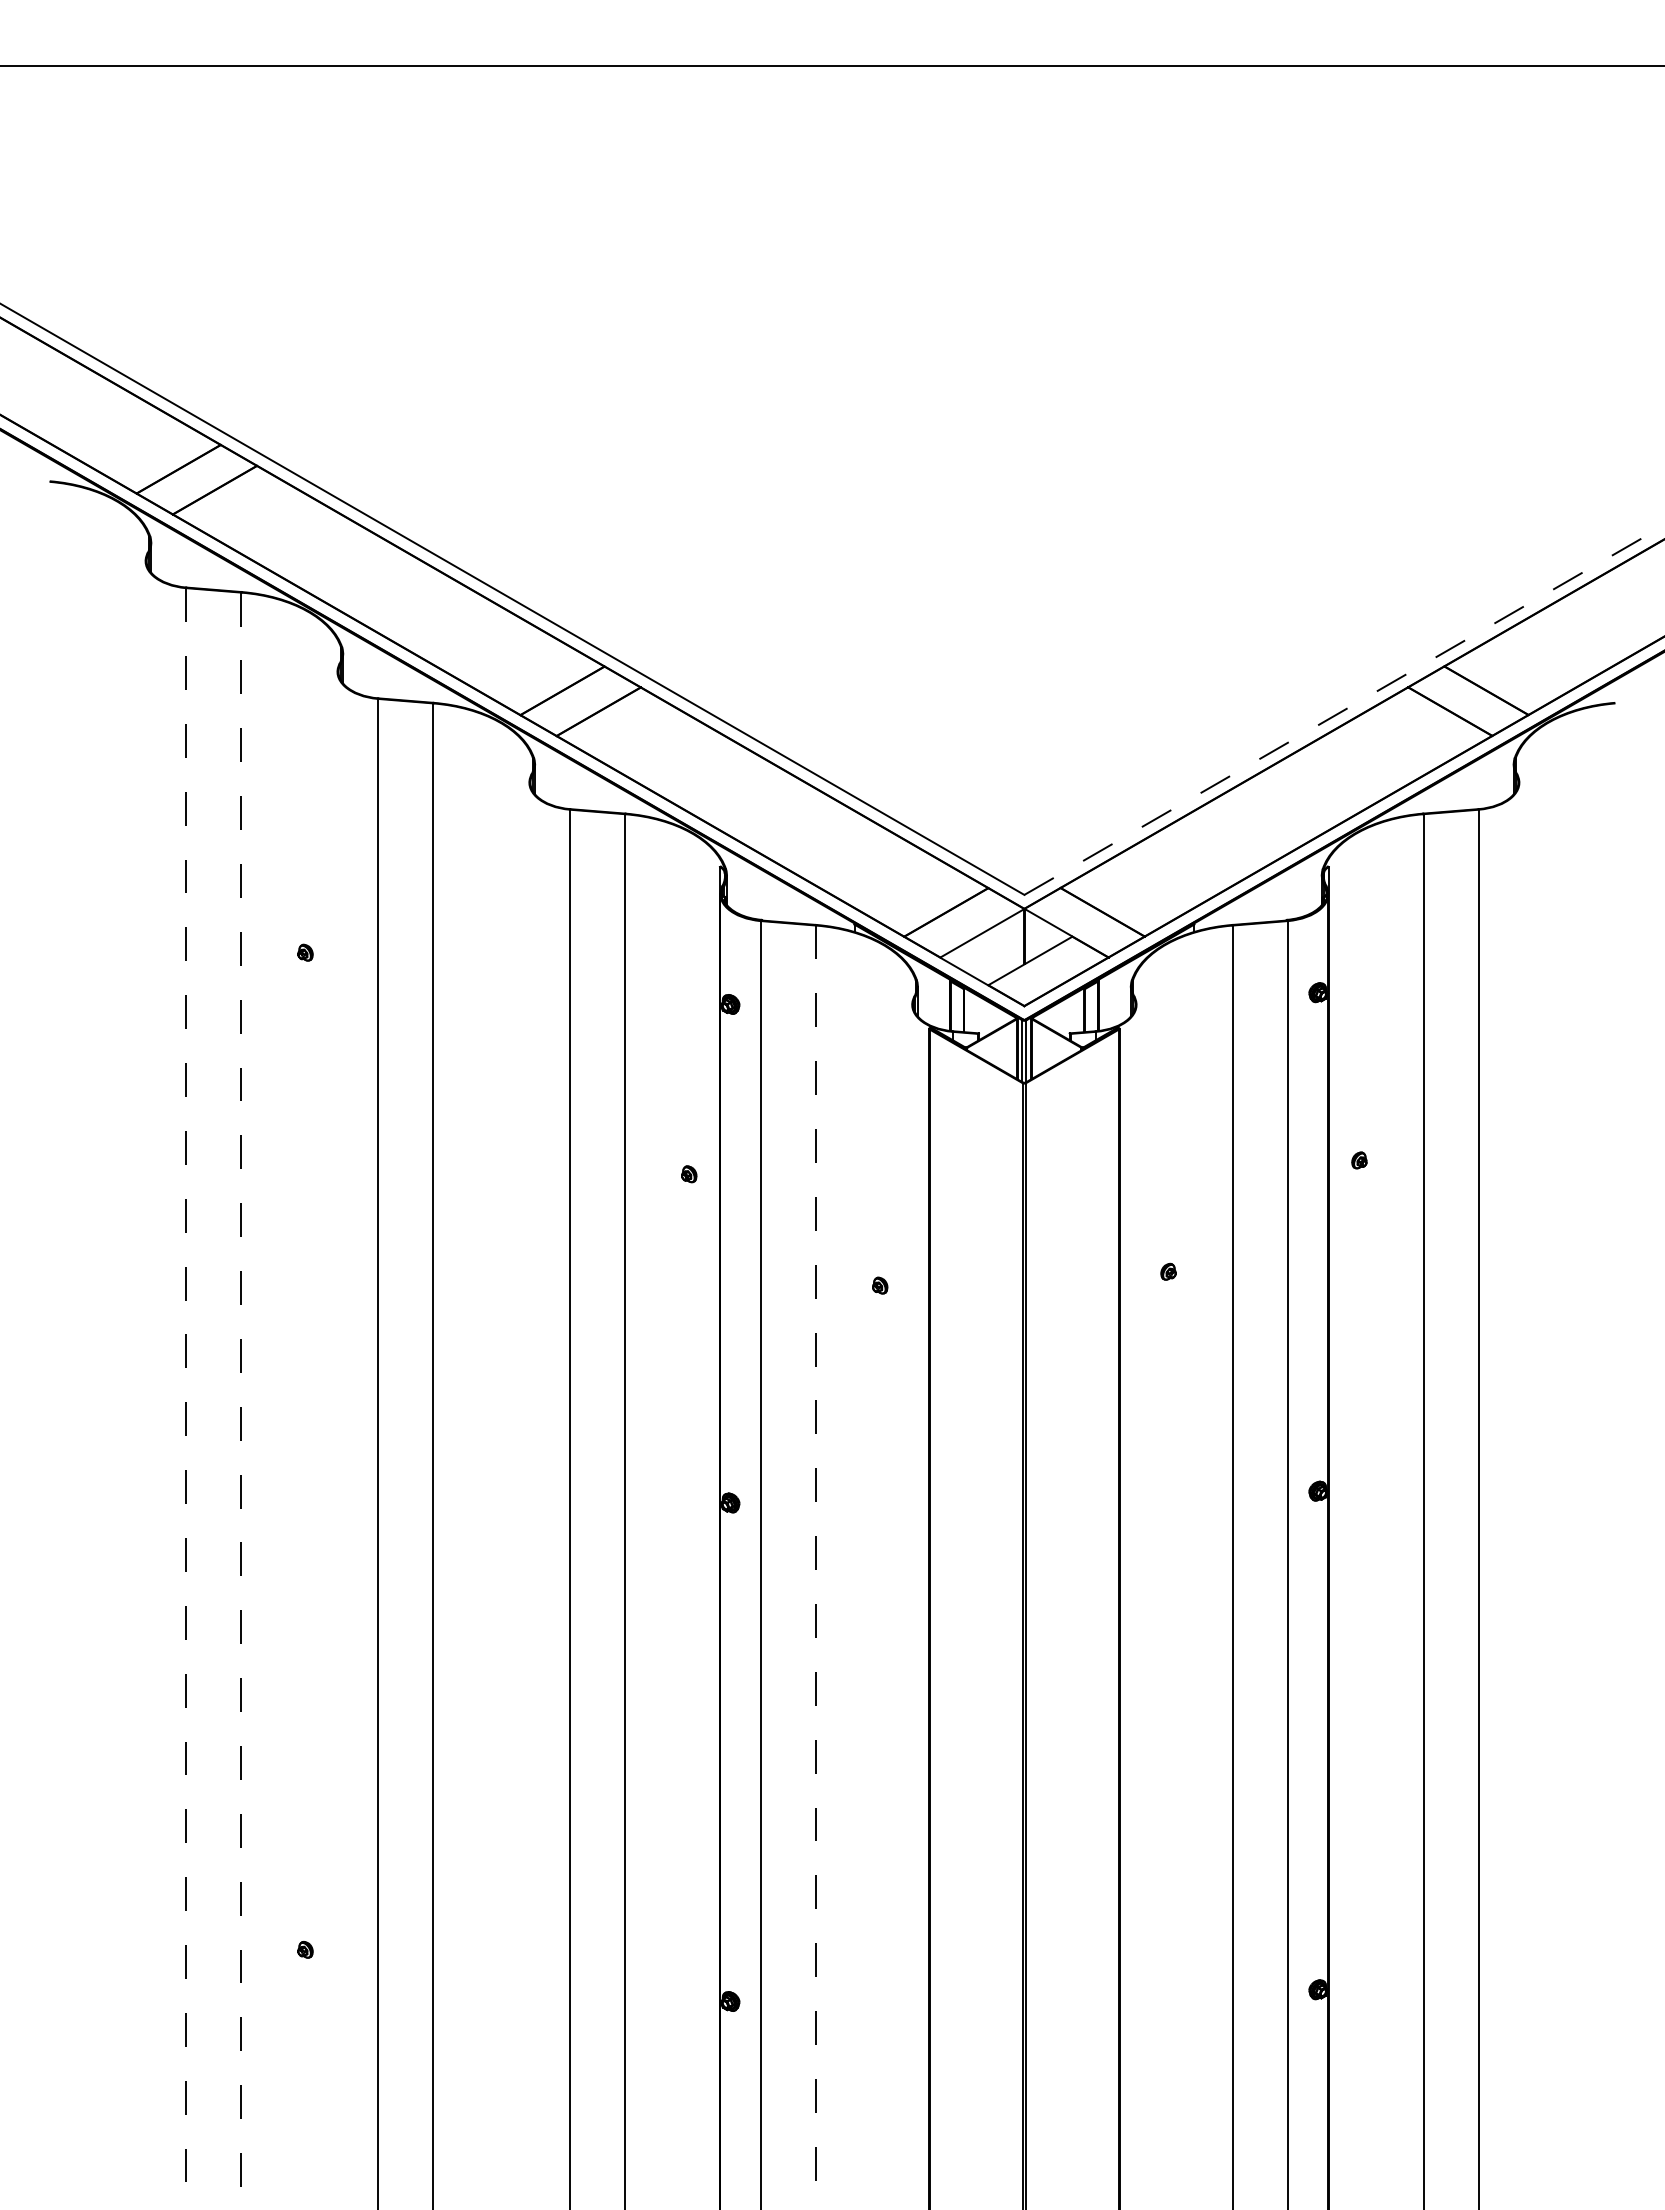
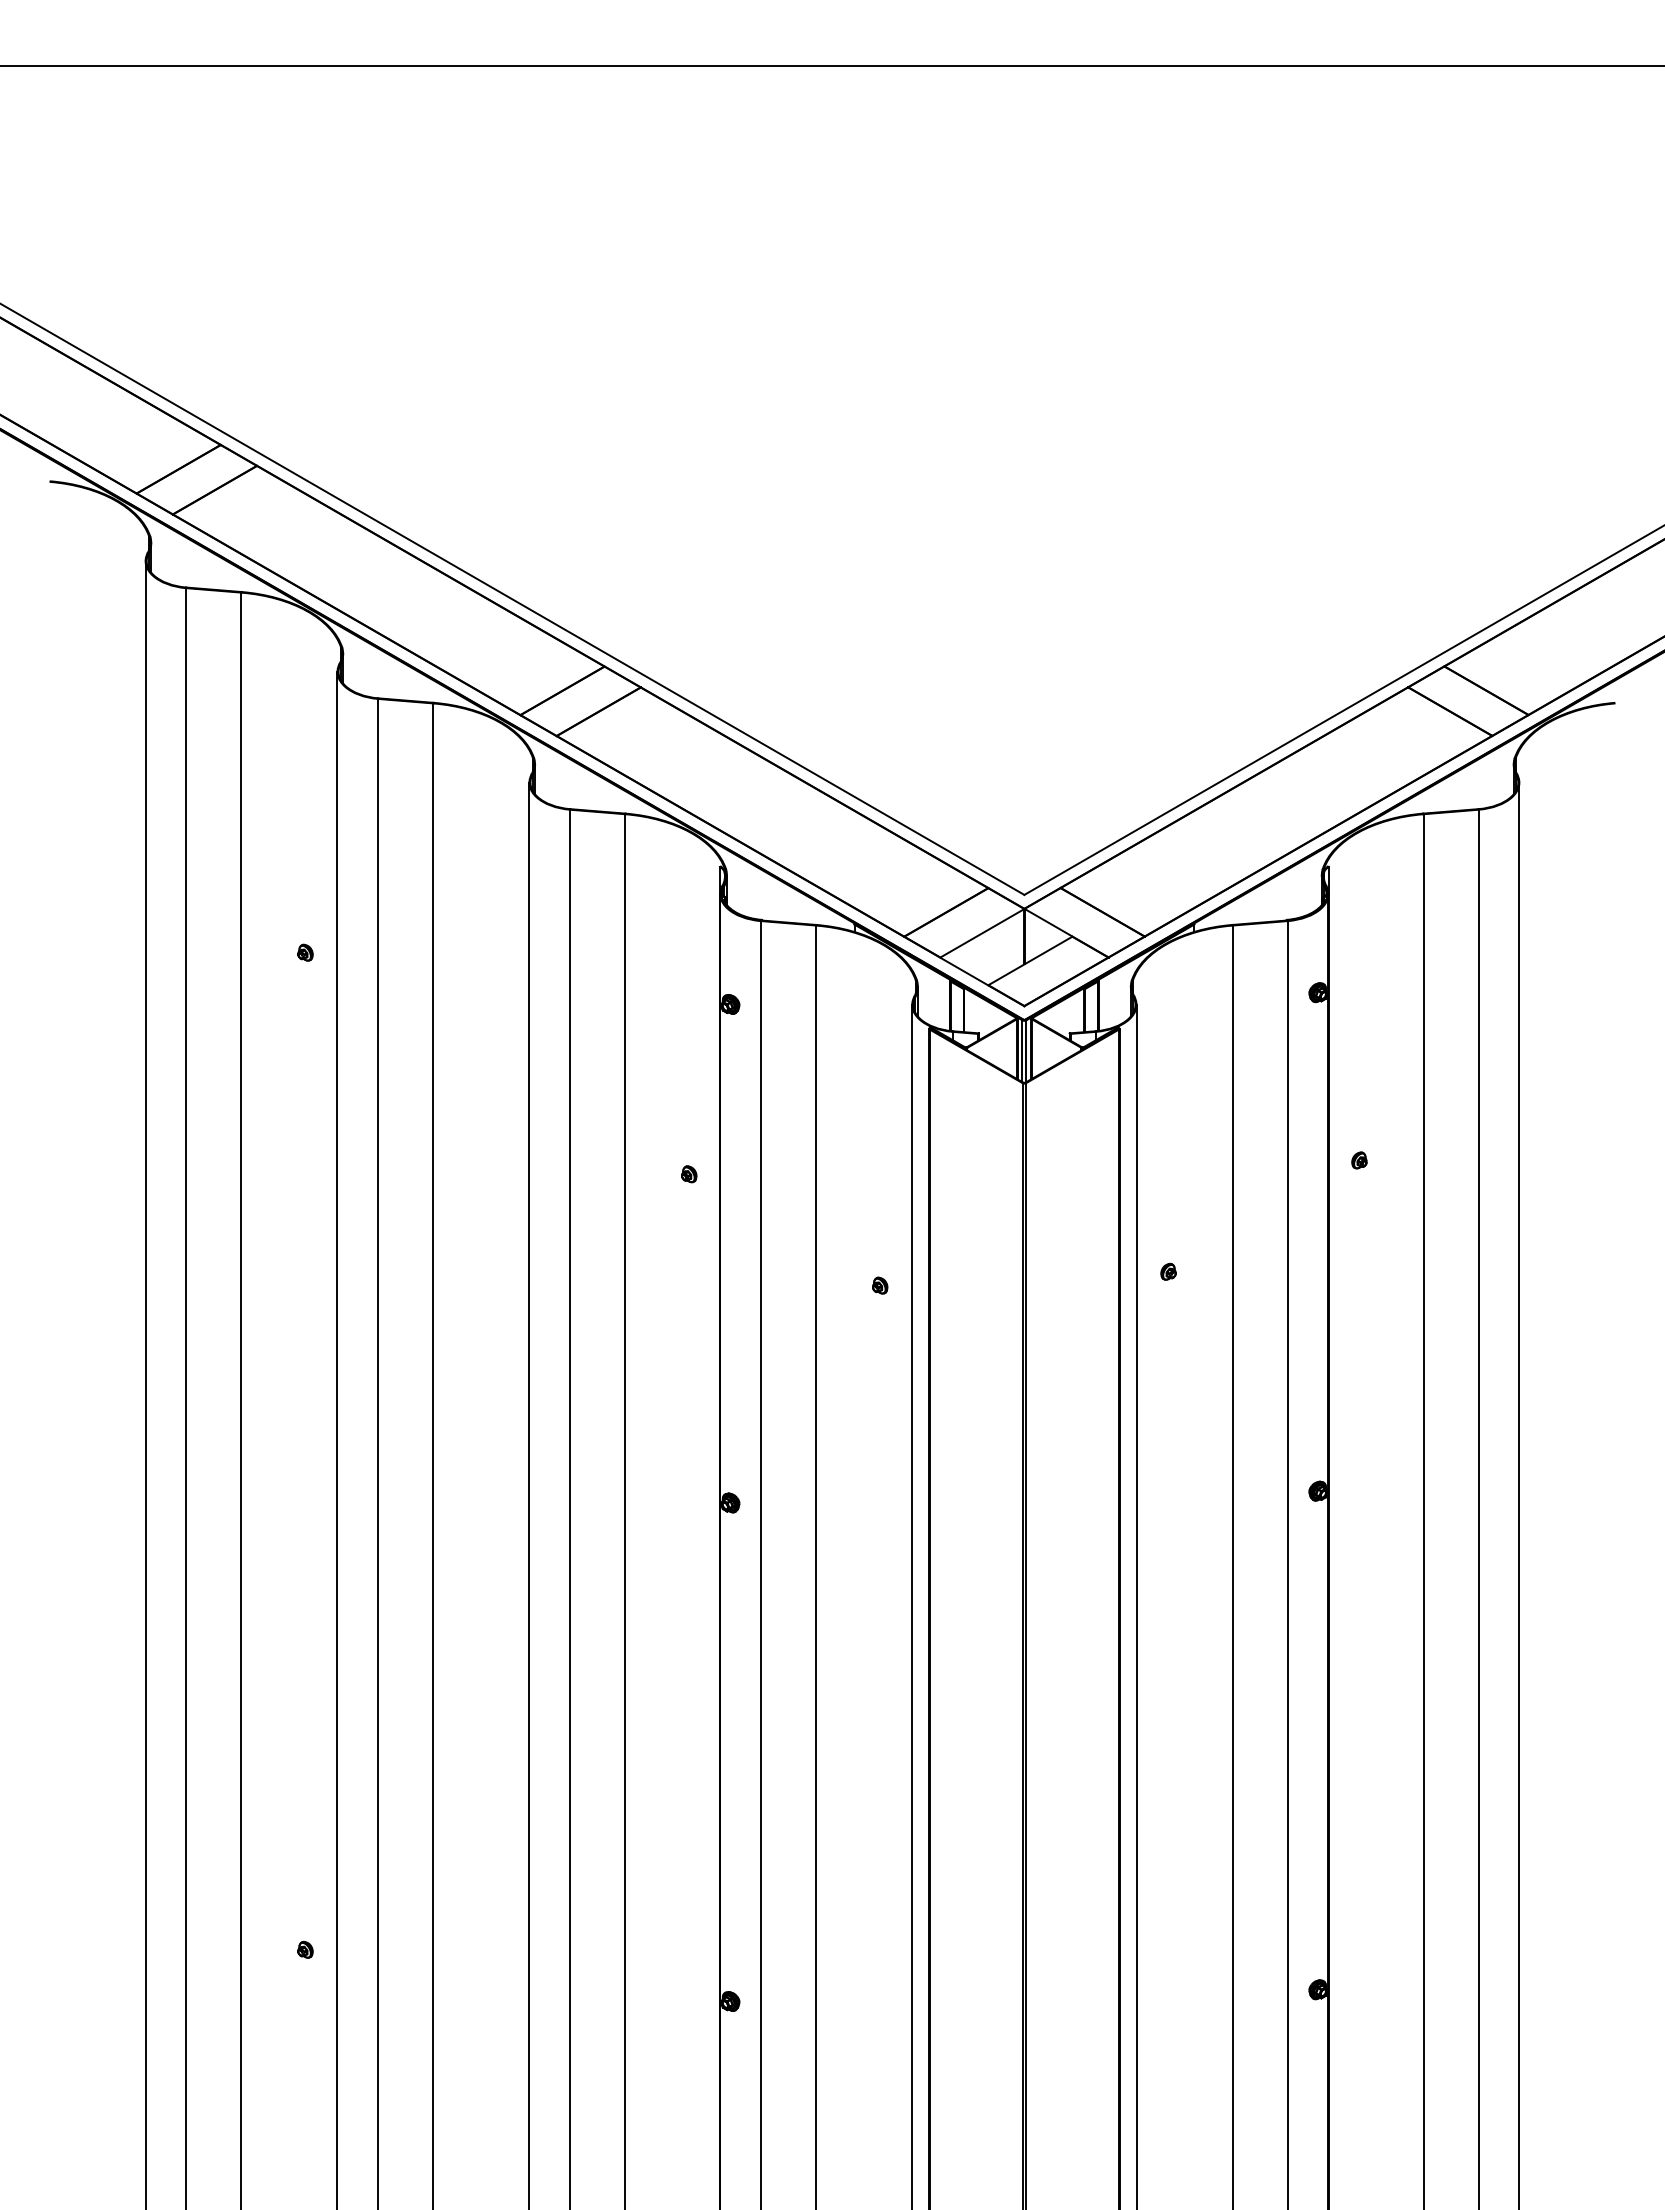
line at (1344, 709): dashed -> solid
line at (145, 1383): none -> present
line at (186, 1399): dashed -> solid
line at (241, 1401): dashed -> solid
line at (337, 1438): none -> present
line at (529, 1494): none -> present
line at (1519, 1494): none -> present
line at (816, 1567): dashed -> solid
line at (912, 1605): none -> present
line at (1136, 1605): none -> present
